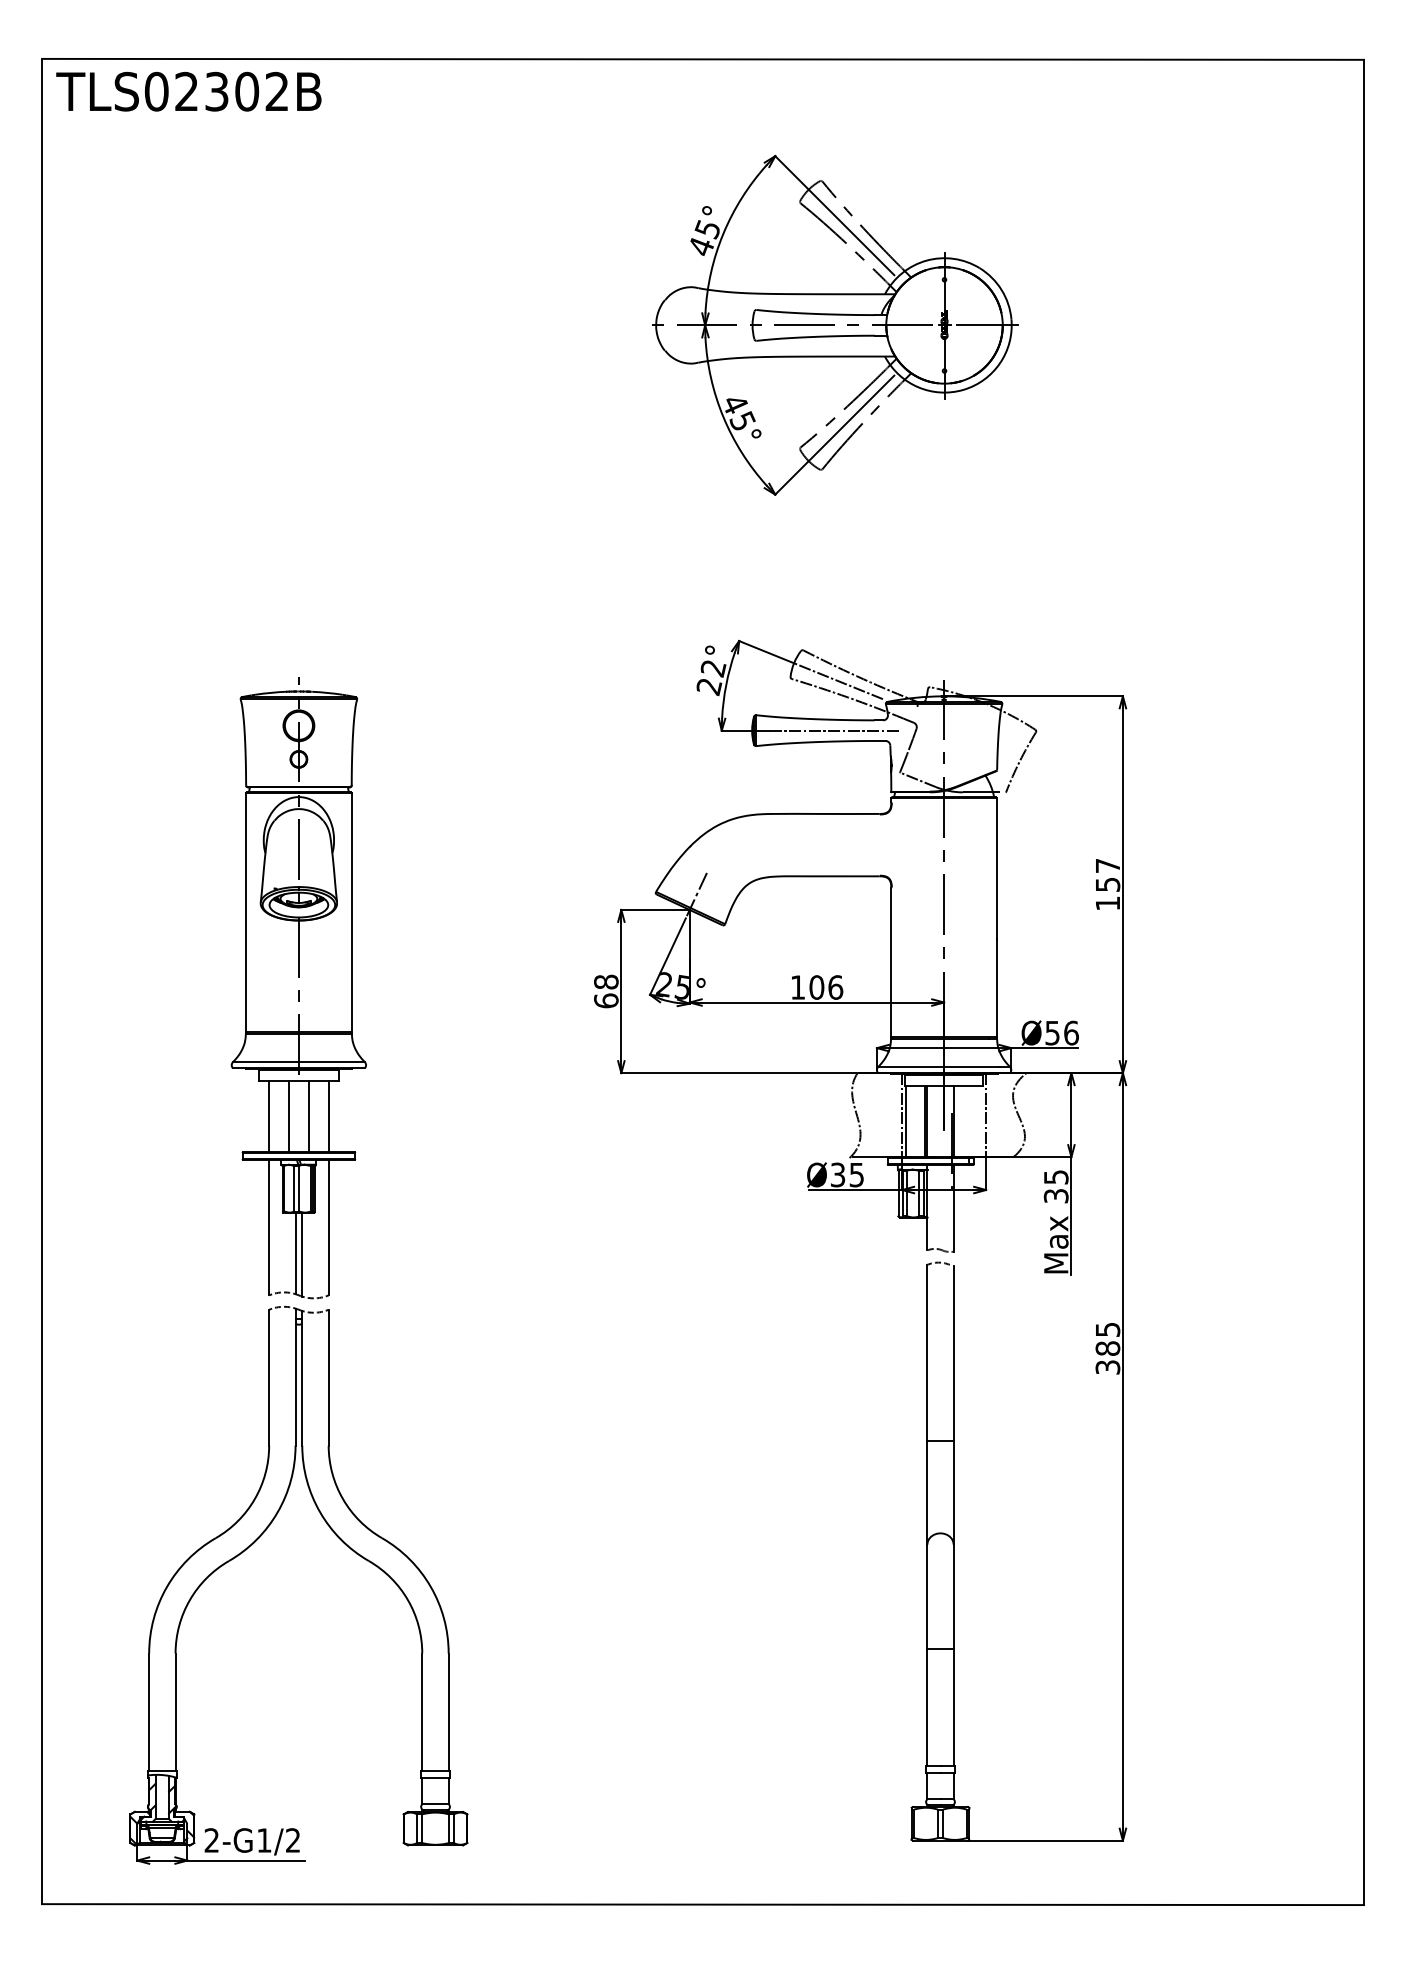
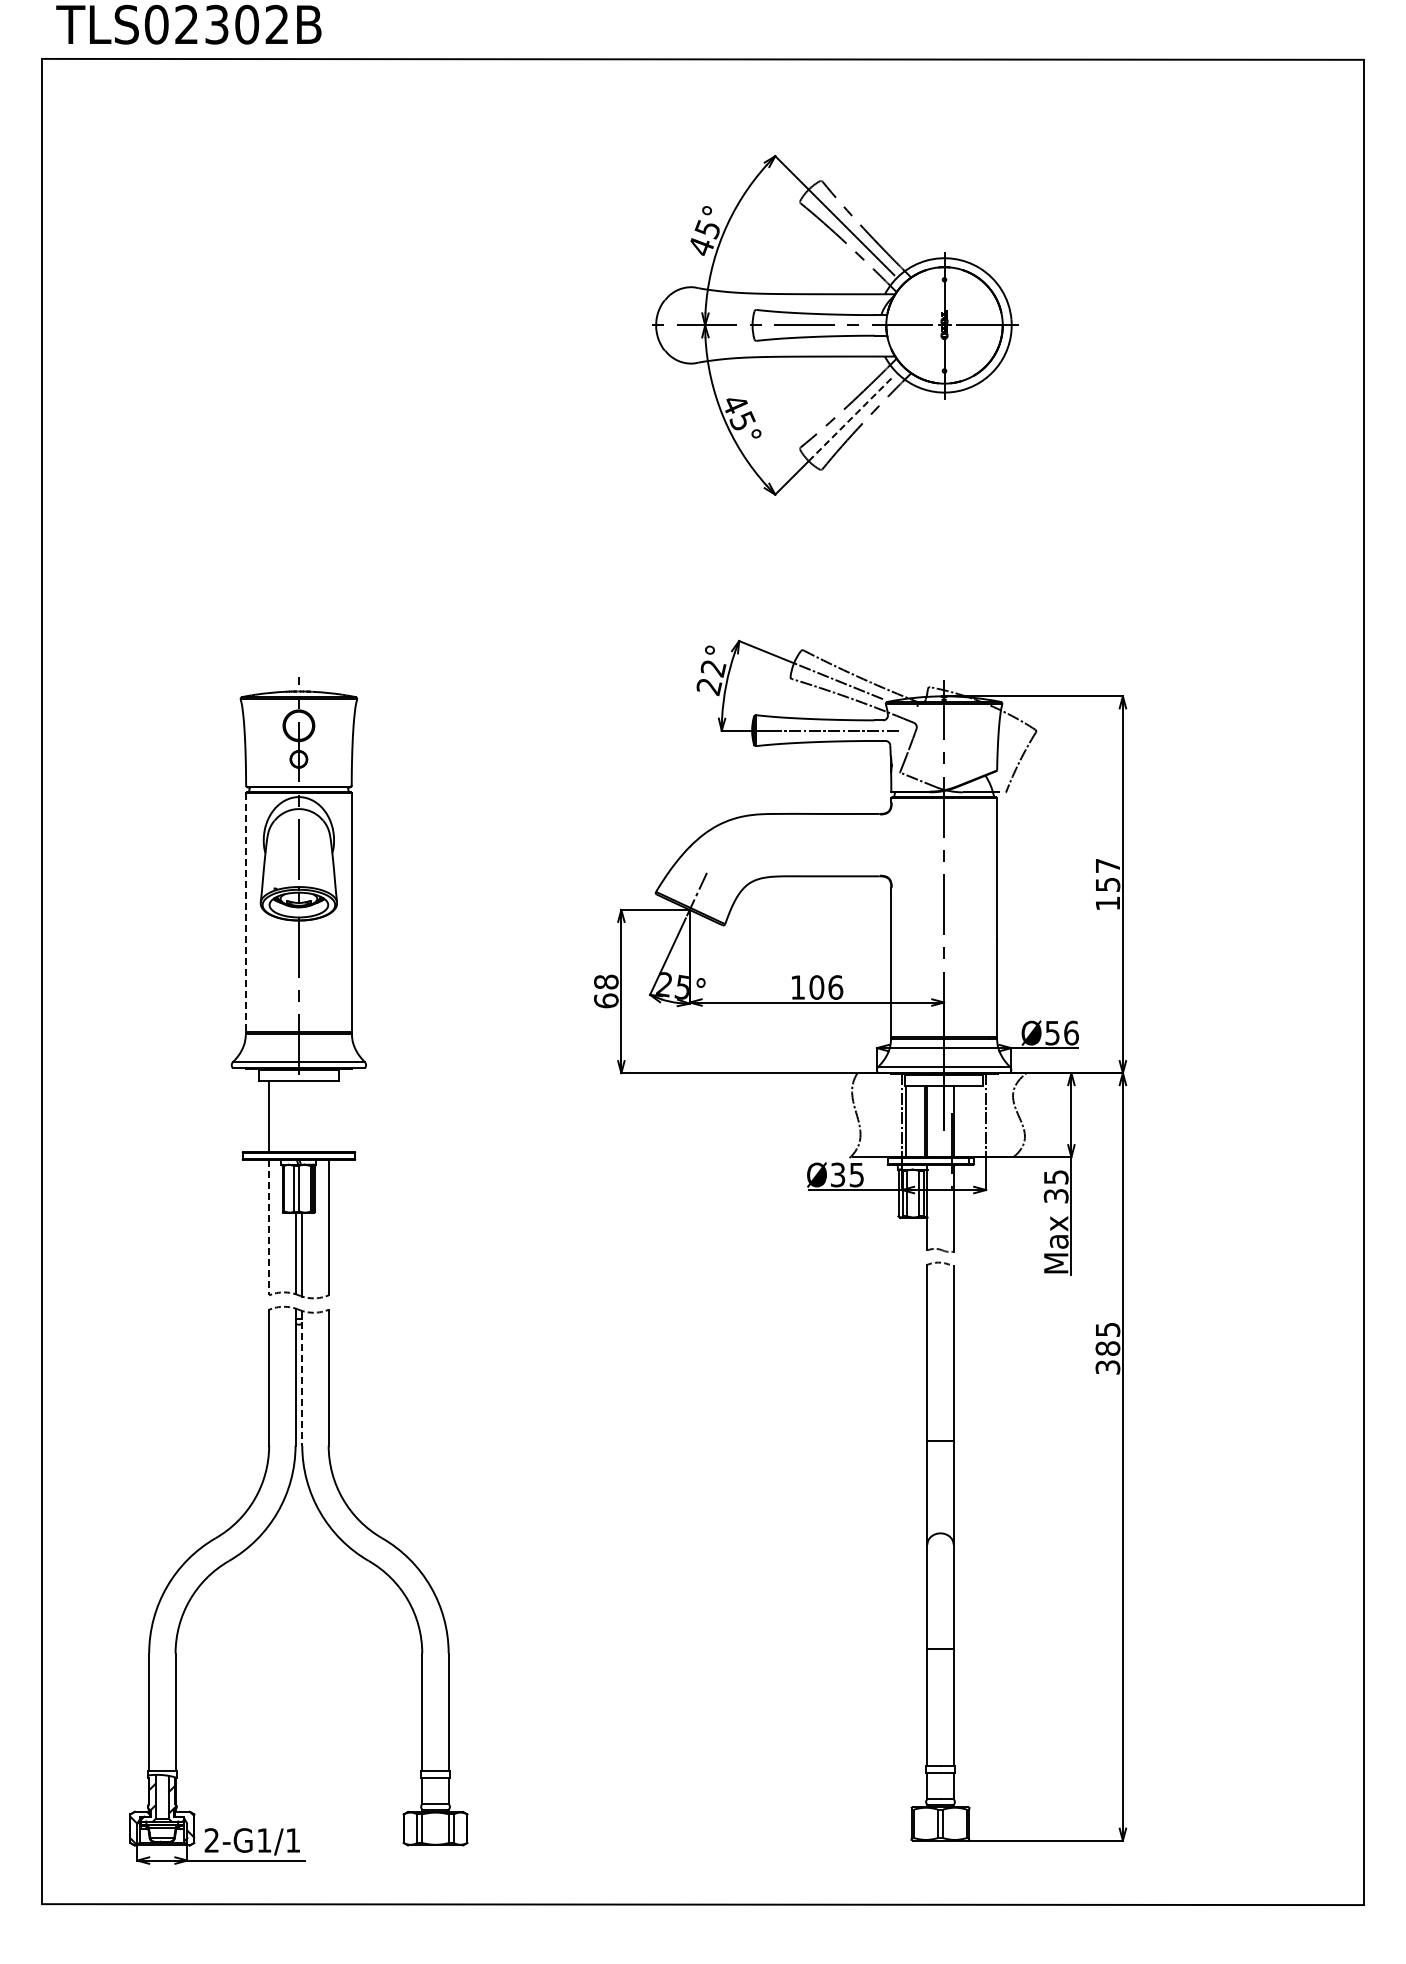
text at (188, 91) position: (188, 91) -> (188, 24)
line at (851, 418): solid -> dashed
line at (246, 913): solid -> dashed
line at (289, 1116): present -> none
line at (308, 1116): present -> none
line at (328, 1116): present -> none
line at (269, 1227): solid -> dashed
line at (302, 1378): solid -> dashed
text at (292, 1840): 2-G1/2 -> 2-G1/1
